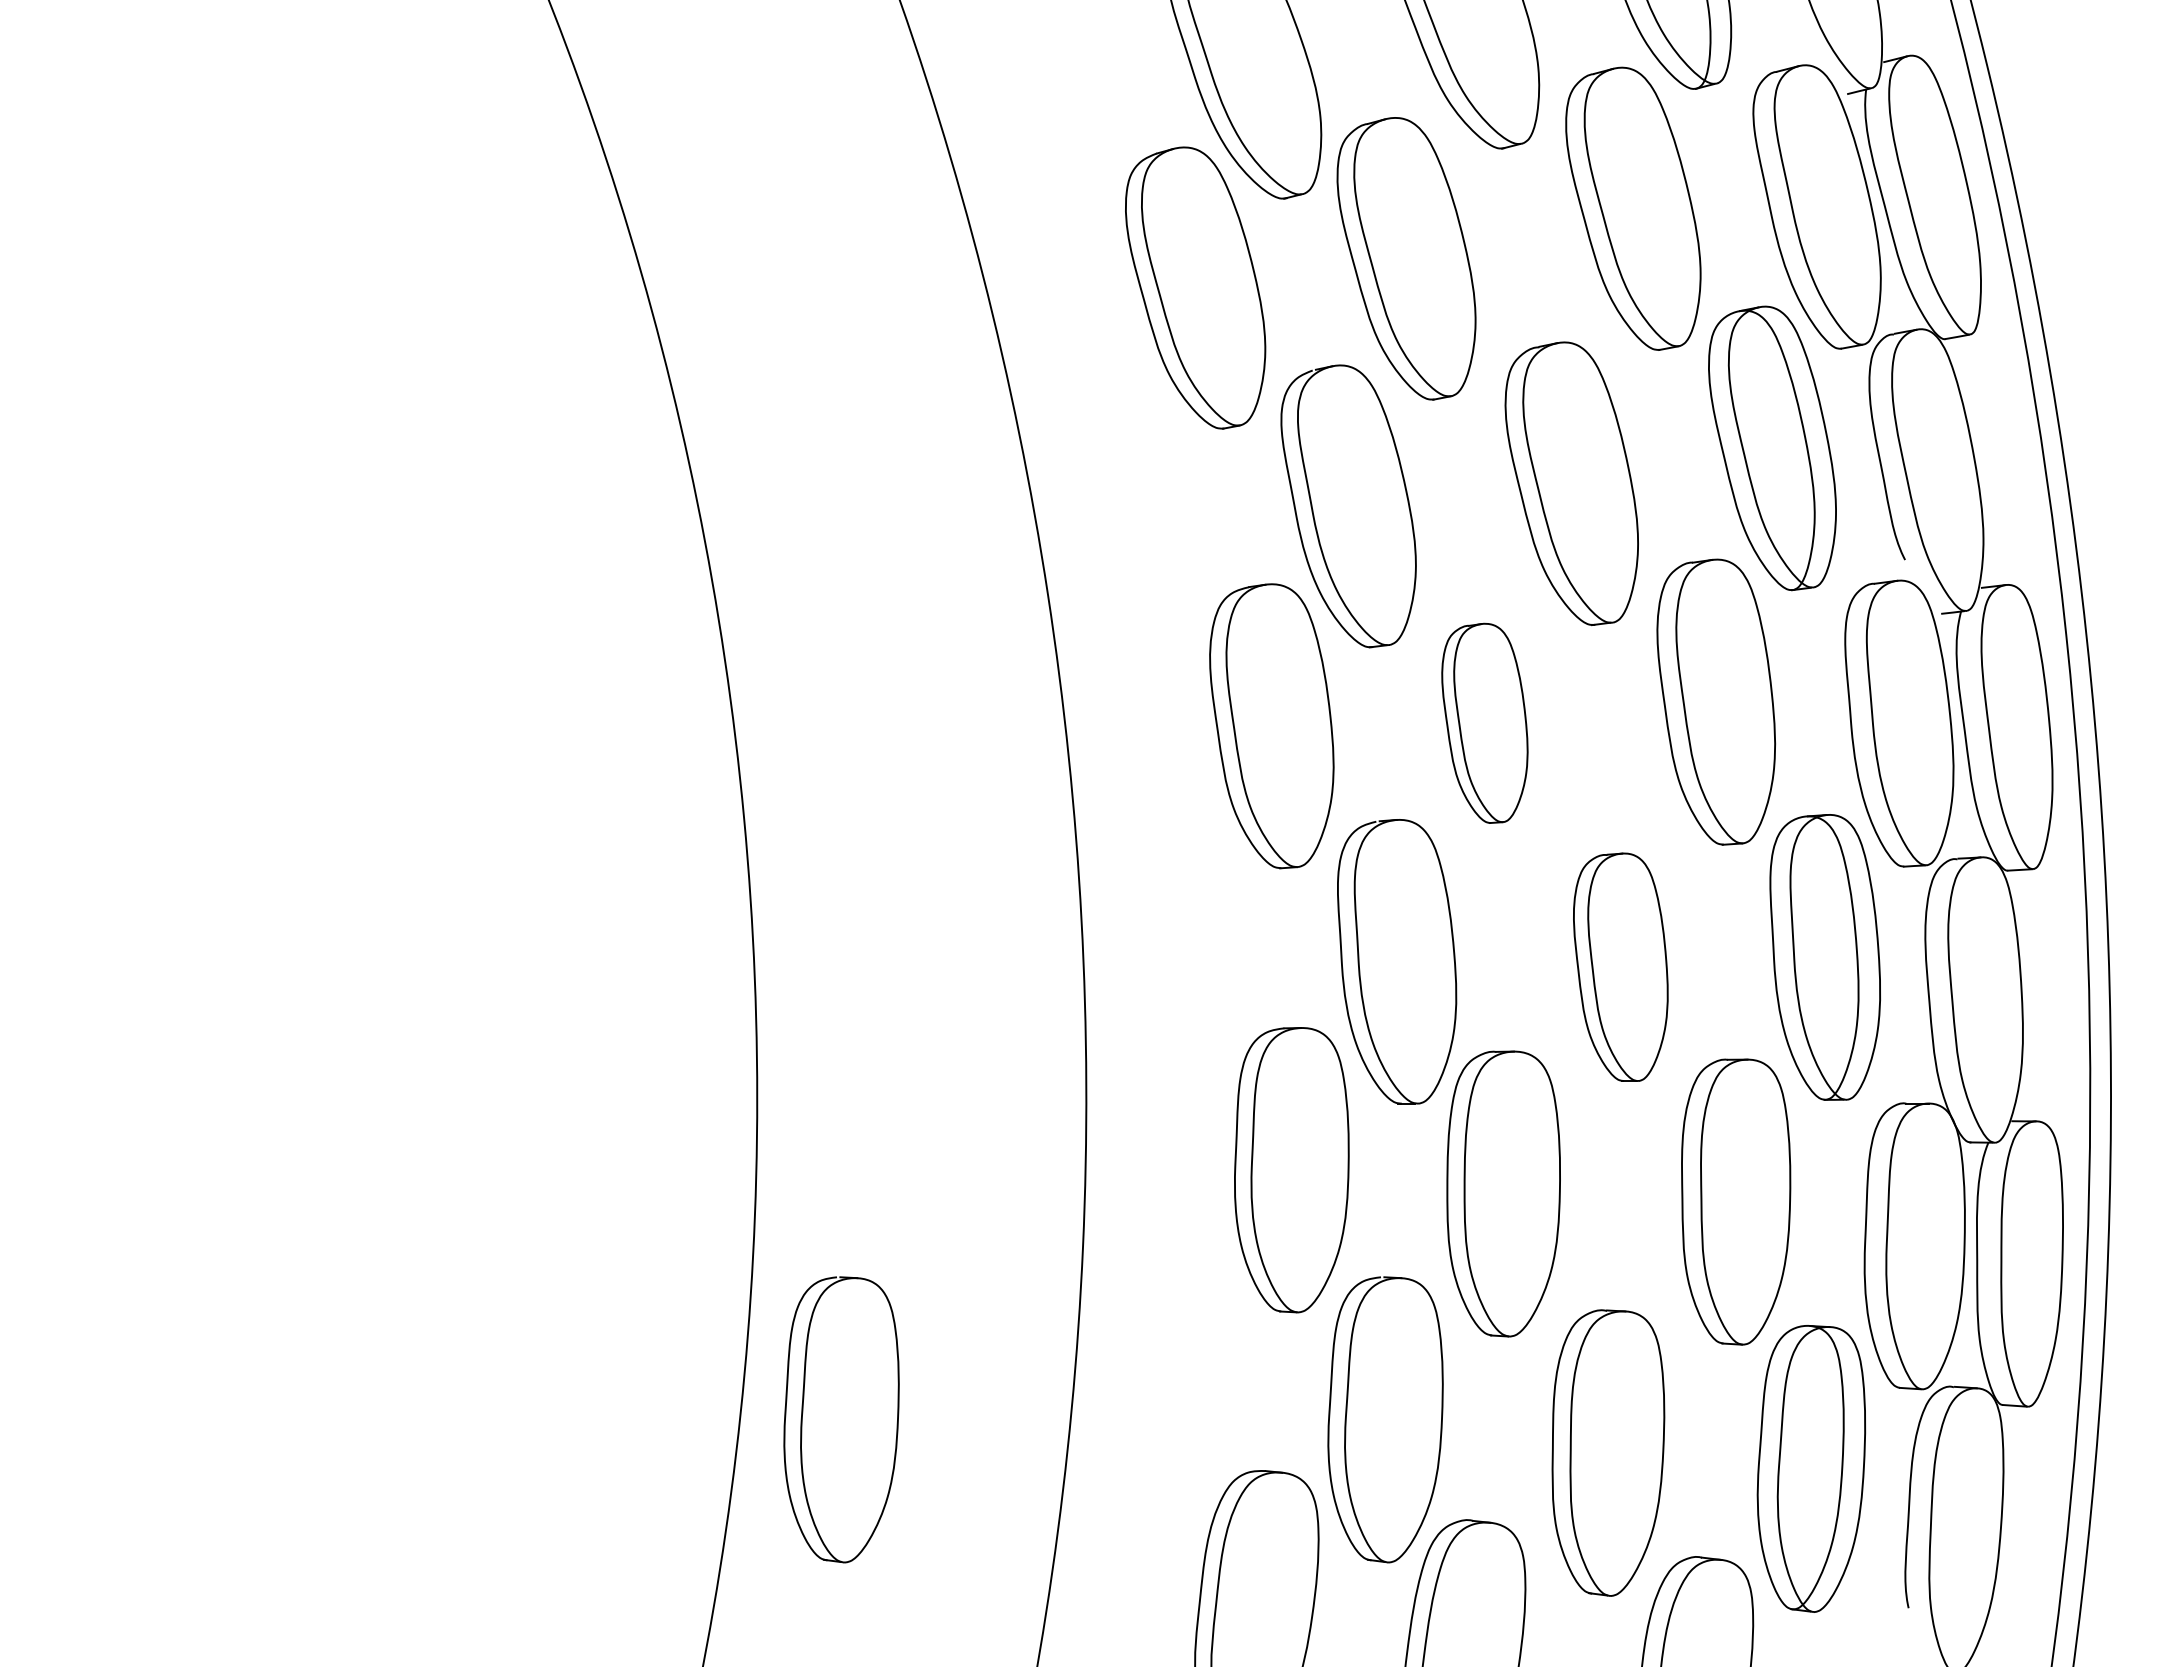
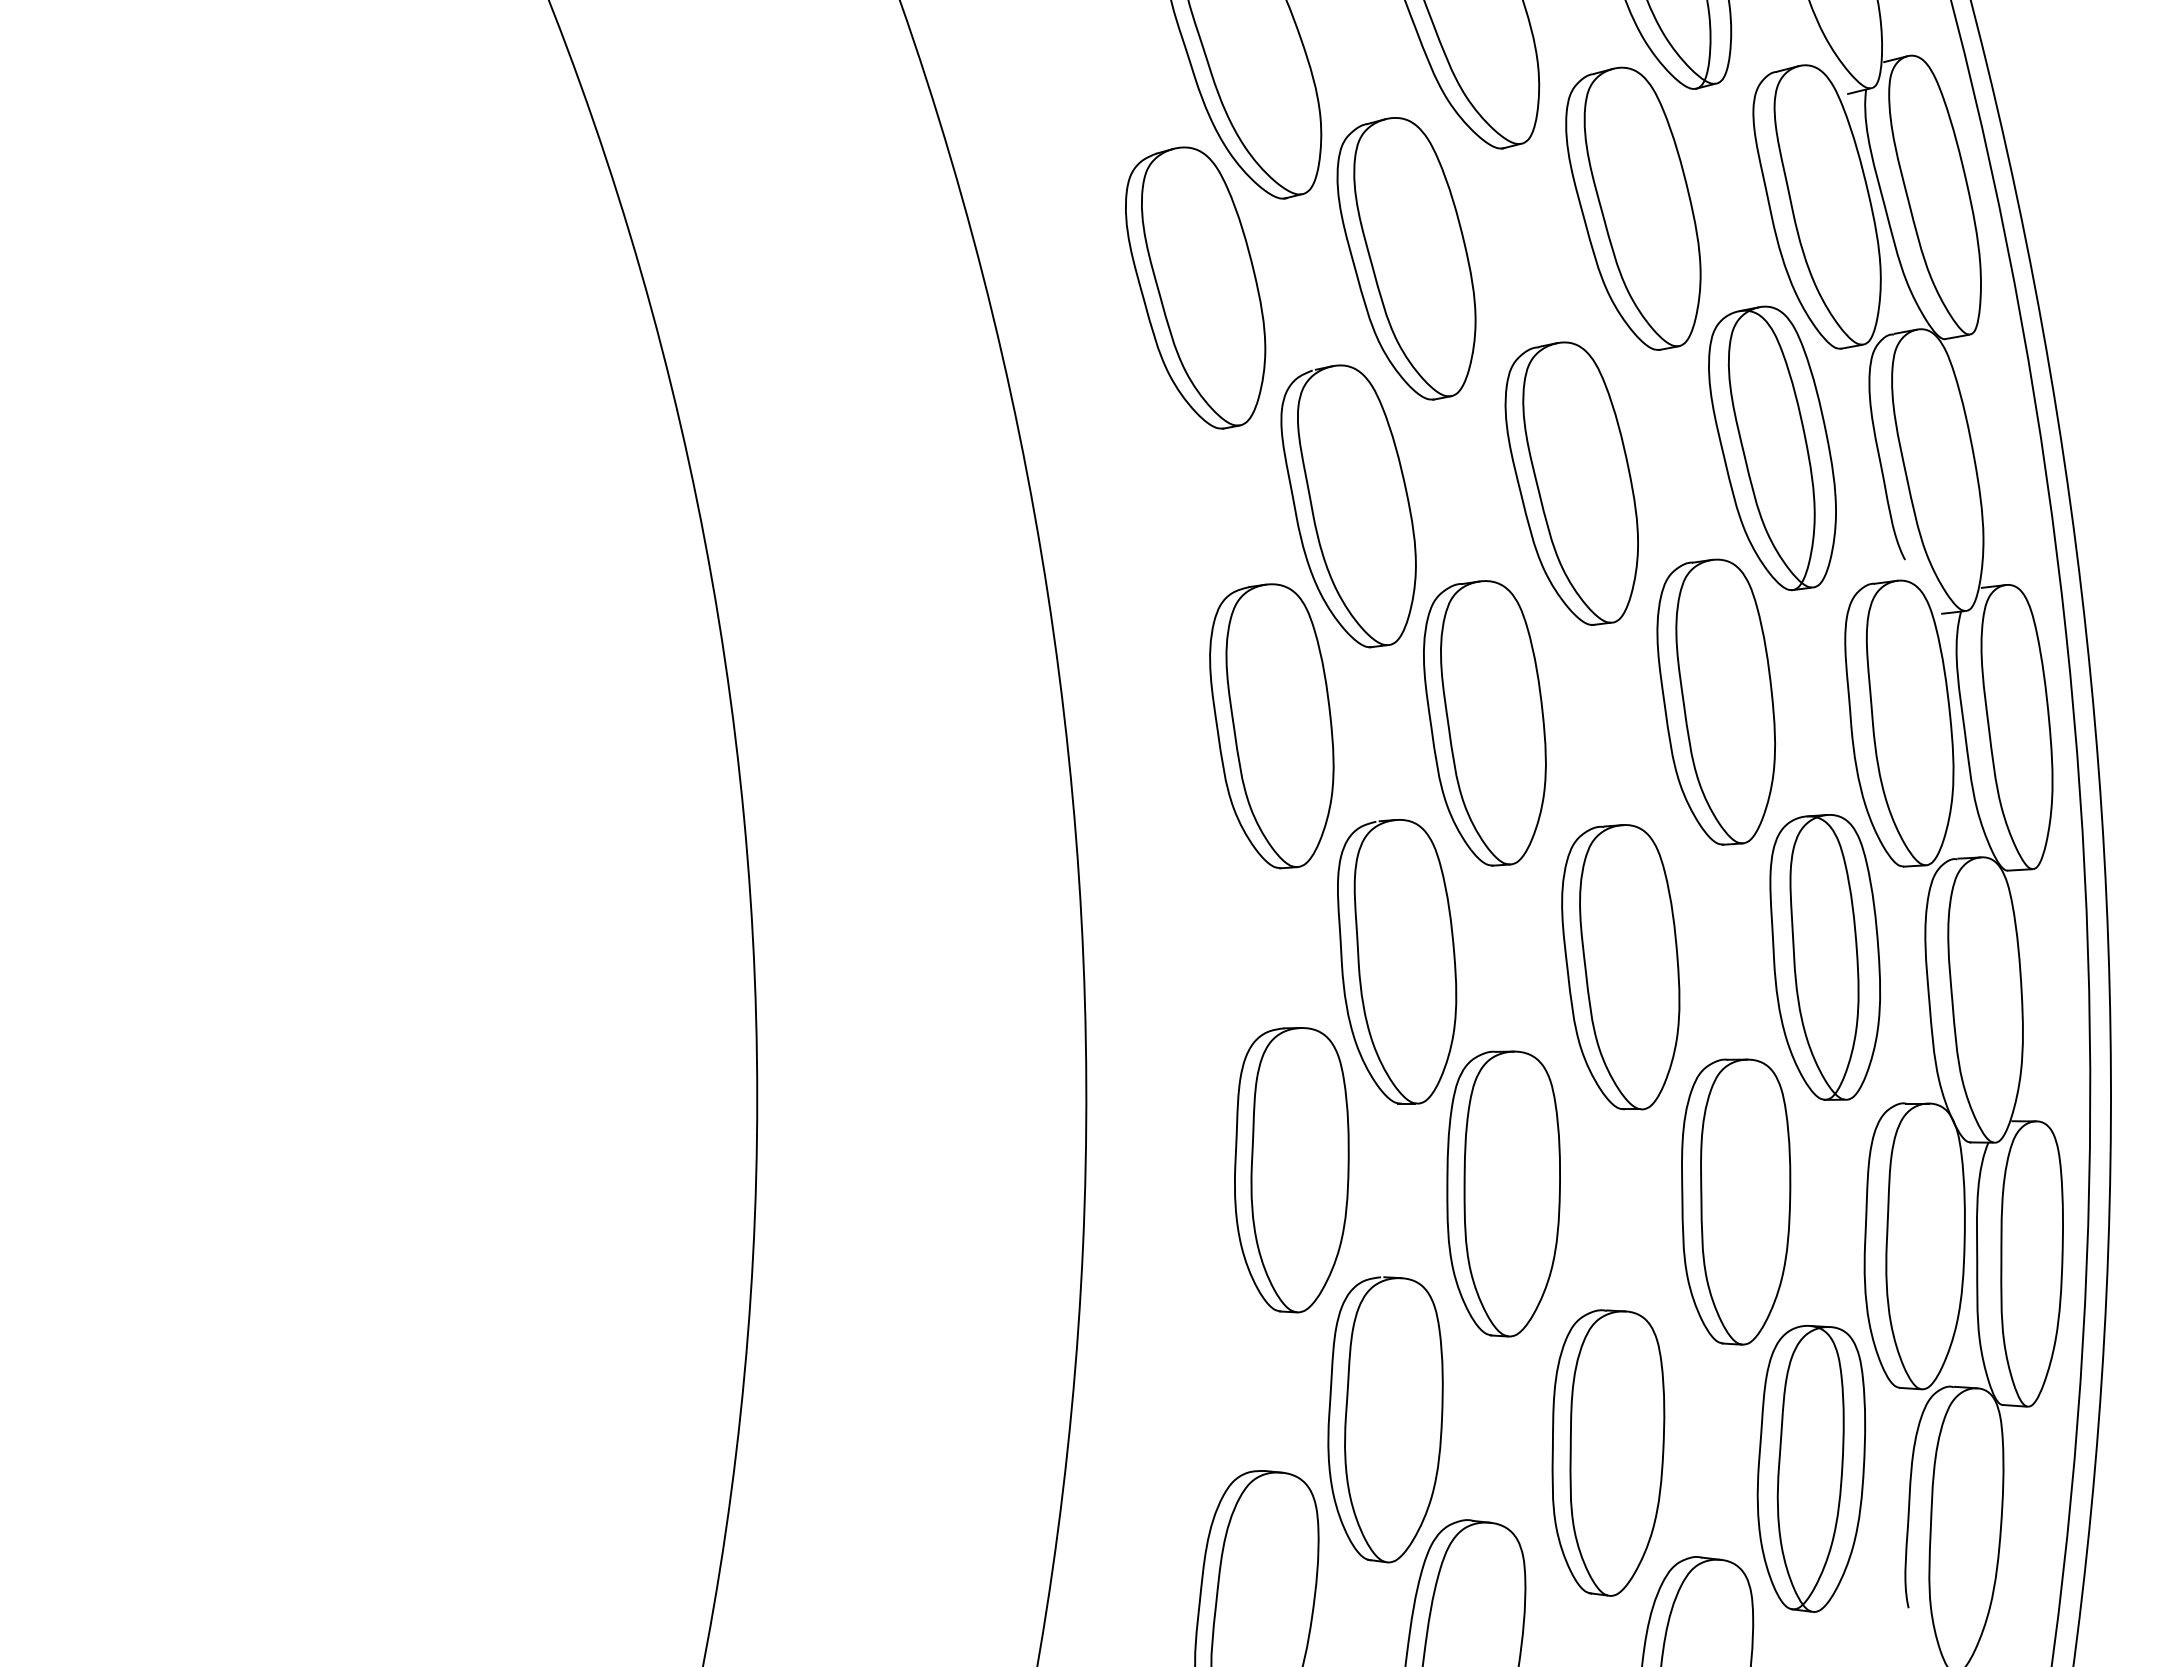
part at (1484, 722) size: 88x202 px -> 124x287 px
part at (1620, 966) size: 96x230 px -> 120x287 px
part at (841, 1419): present -> none
